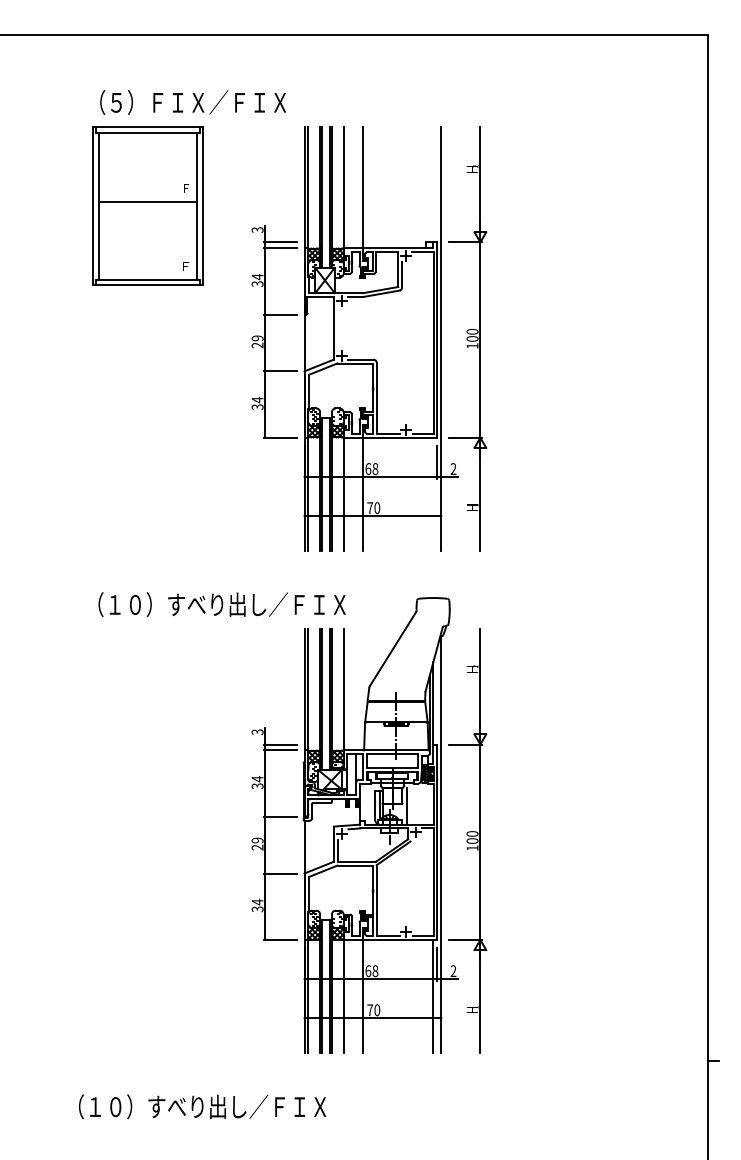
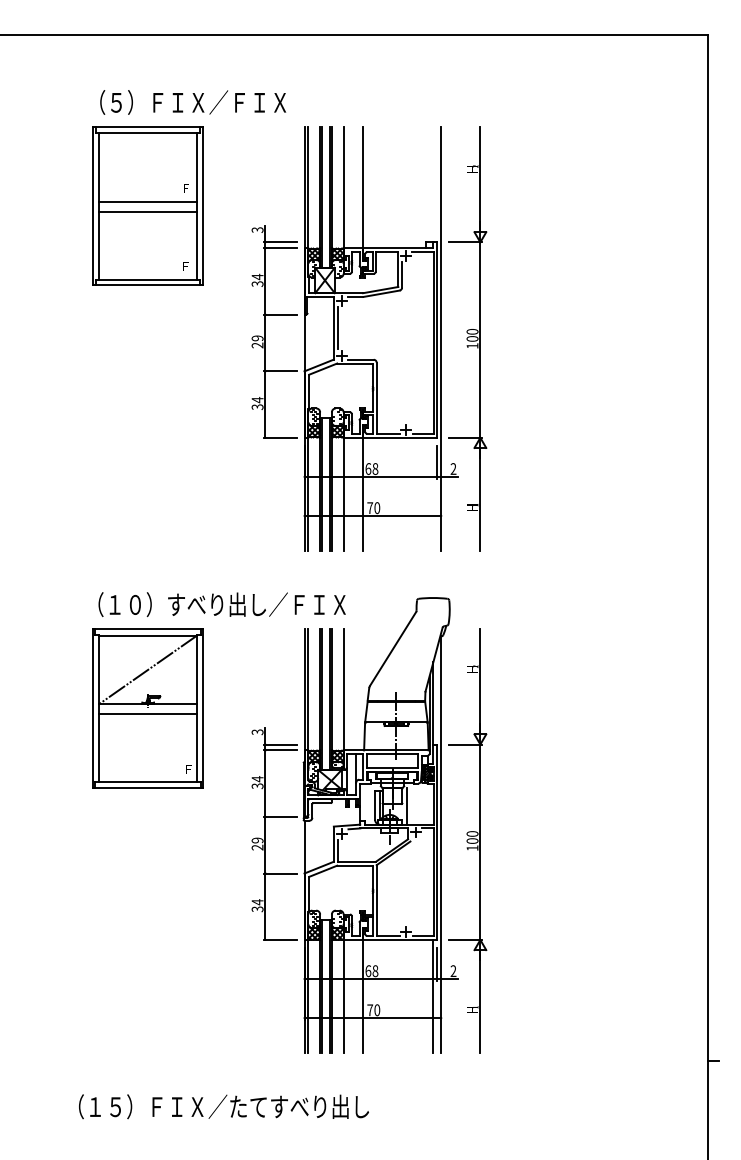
line at (148, 211): none -> present
line at (337, 328): none -> present
part at (147, 708): none -> present
text at (239, 1106): （１０）すべり出し／ＦＩＸ -> （１５）ＦＩＸ／たてすべり出し
